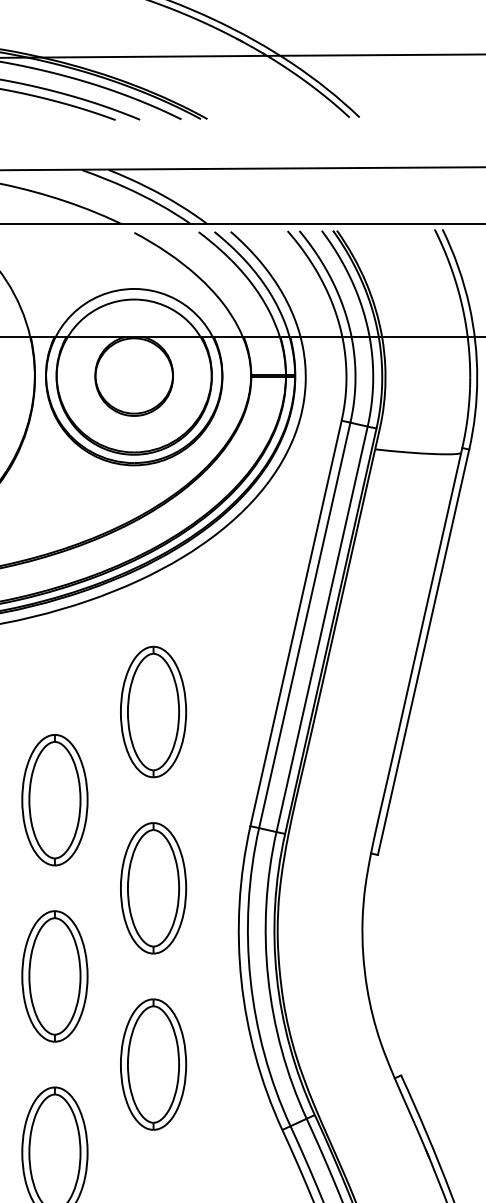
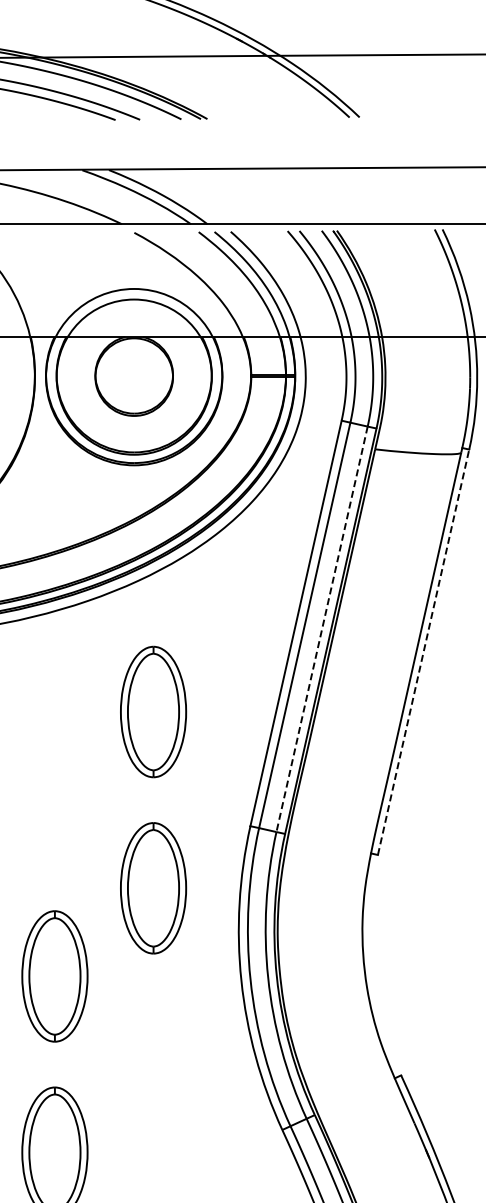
line at (322, 629): solid -> dashed
line at (423, 652): solid -> dashed
part at (54, 800): present -> none
part at (153, 1064): present -> none
